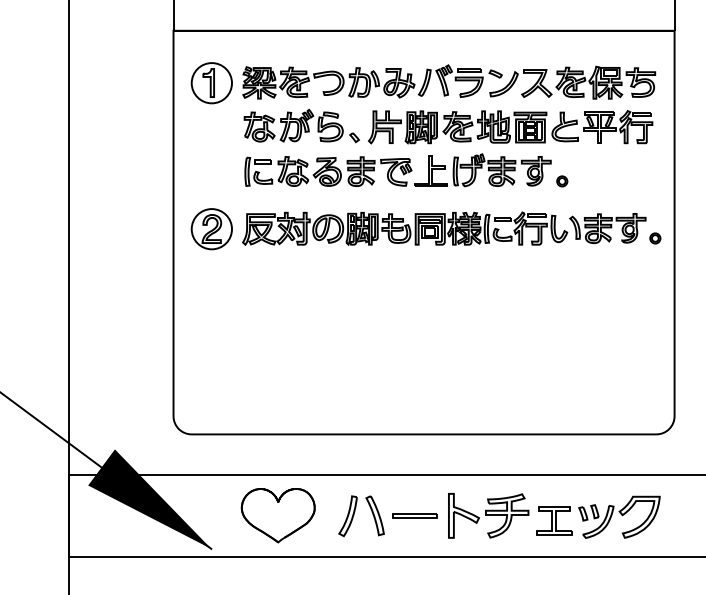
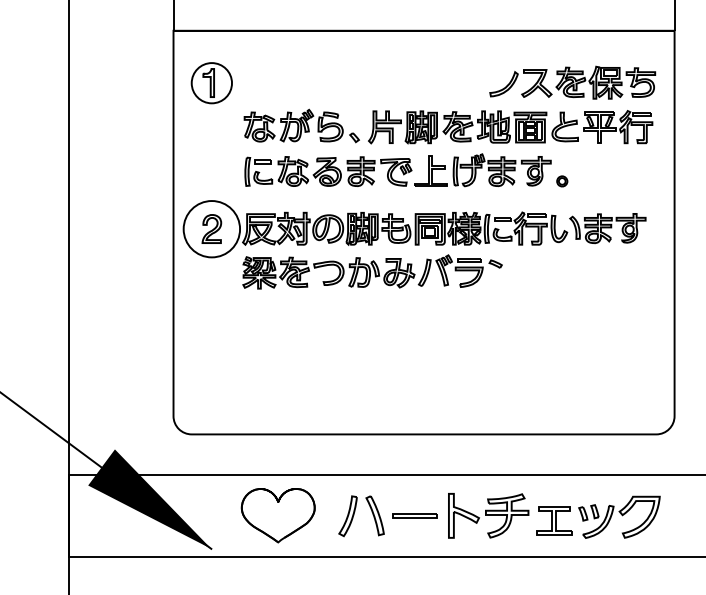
part at (372, 81) position: (372, 81) -> (372, 271)
circle at (211, 229) diameter: 40 px -> 56 px
part at (655, 238): present -> none
